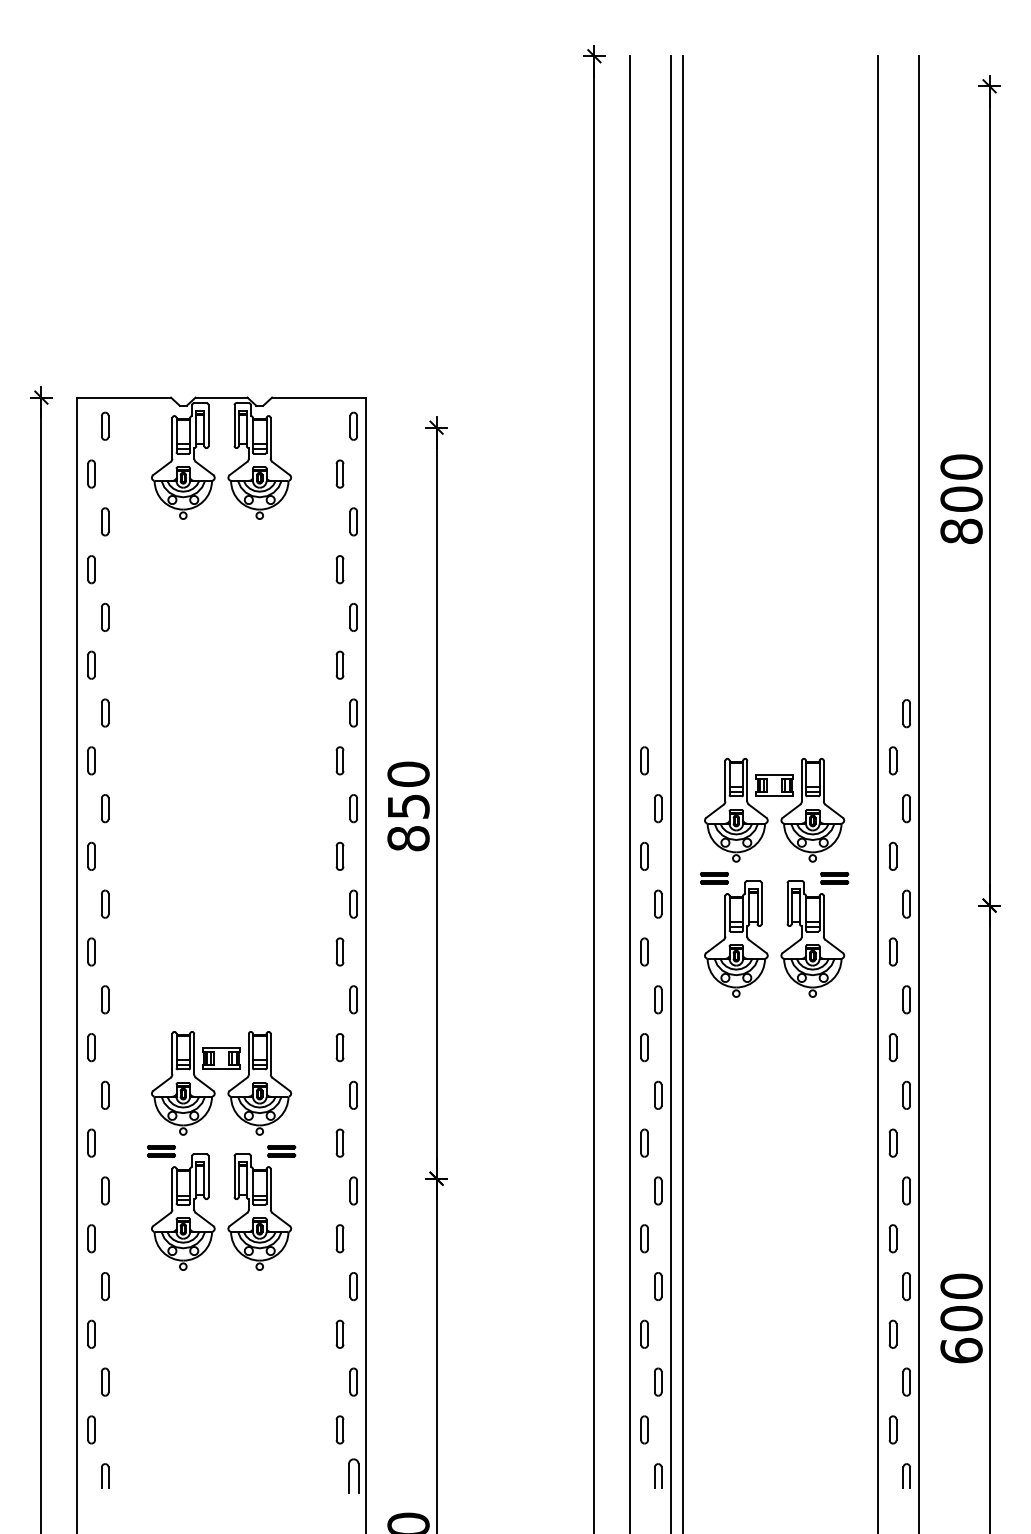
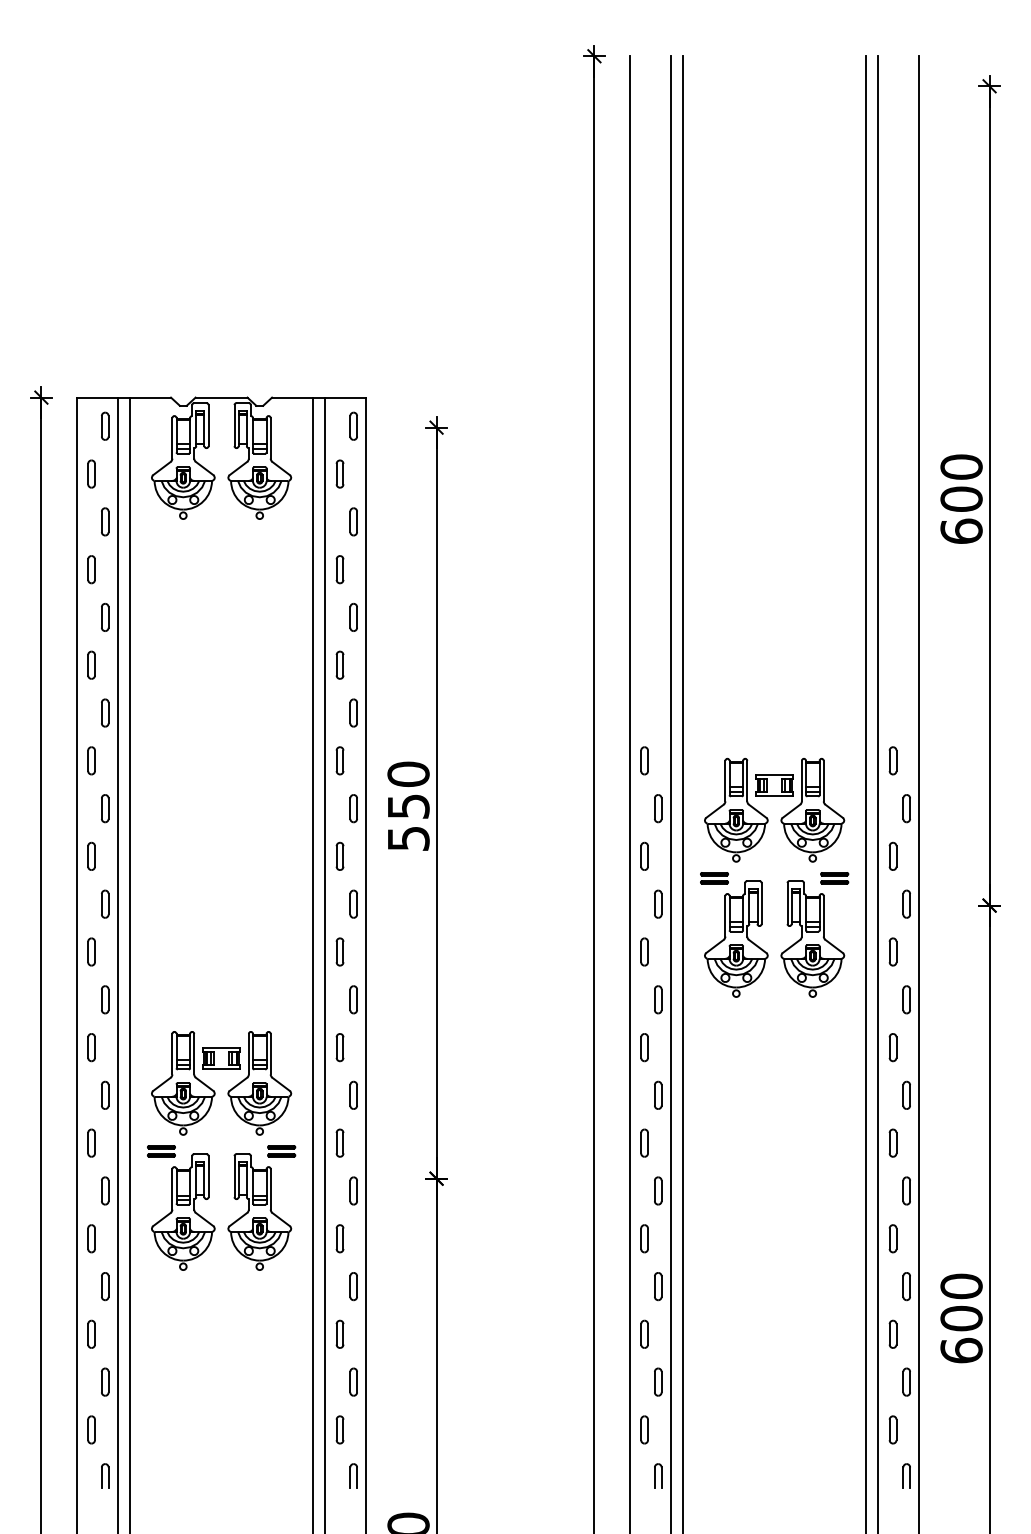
text at (961, 530): 800 -> 600
part at (906, 713): present -> none
line at (865, 793): none -> present
text at (408, 838): 850 -> 550
line at (117, 963): none -> present
line at (130, 963): none -> present
line at (312, 963): none -> present
line at (325, 963): none -> present
part at (353, 1475) size: 12x36 px -> 9x26 px
